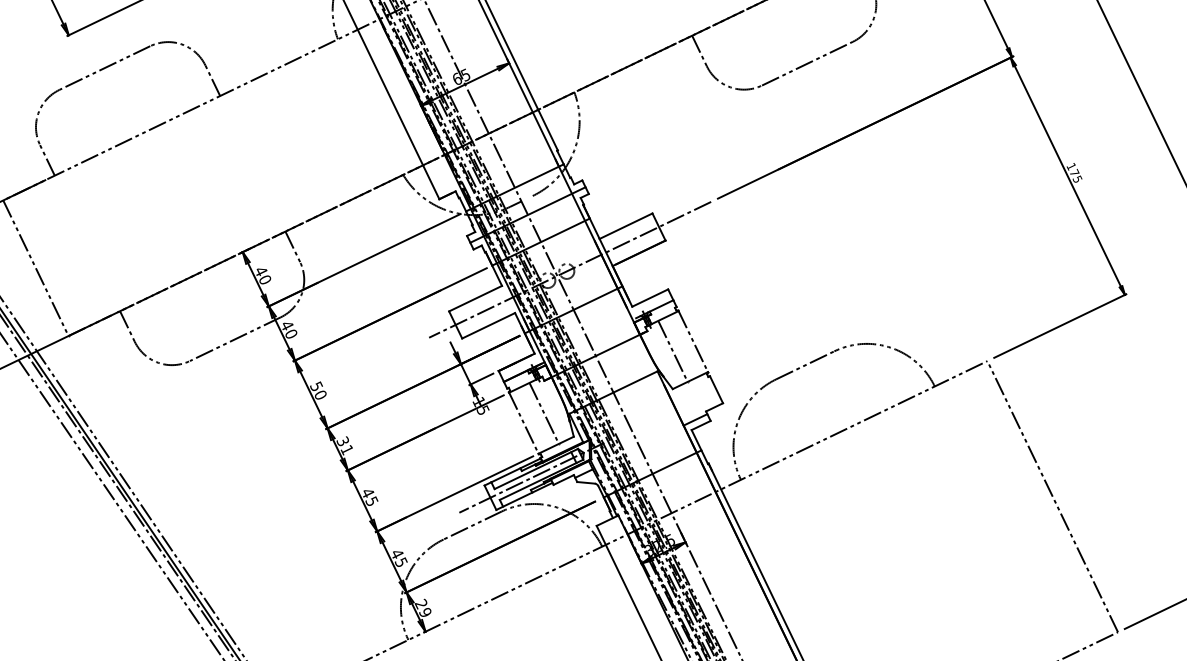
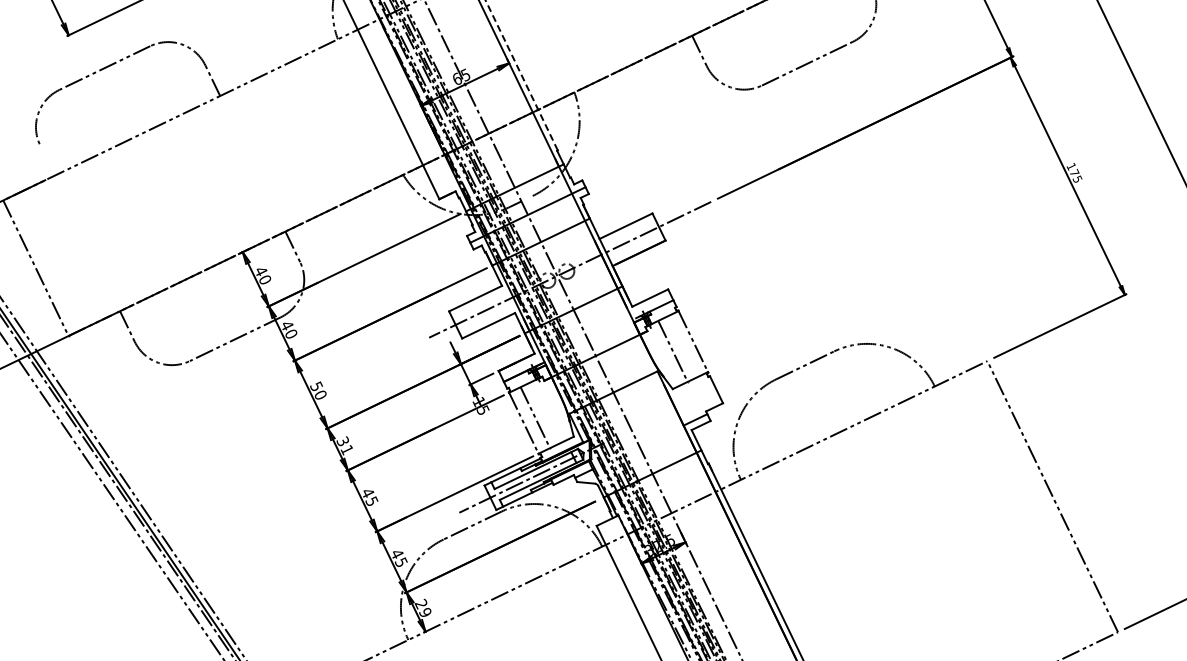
line at (521, 74): solid -> dashed
line at (47, 160): present -> none
line at (543, 412) position: (543, 412) -> (534, 416)
